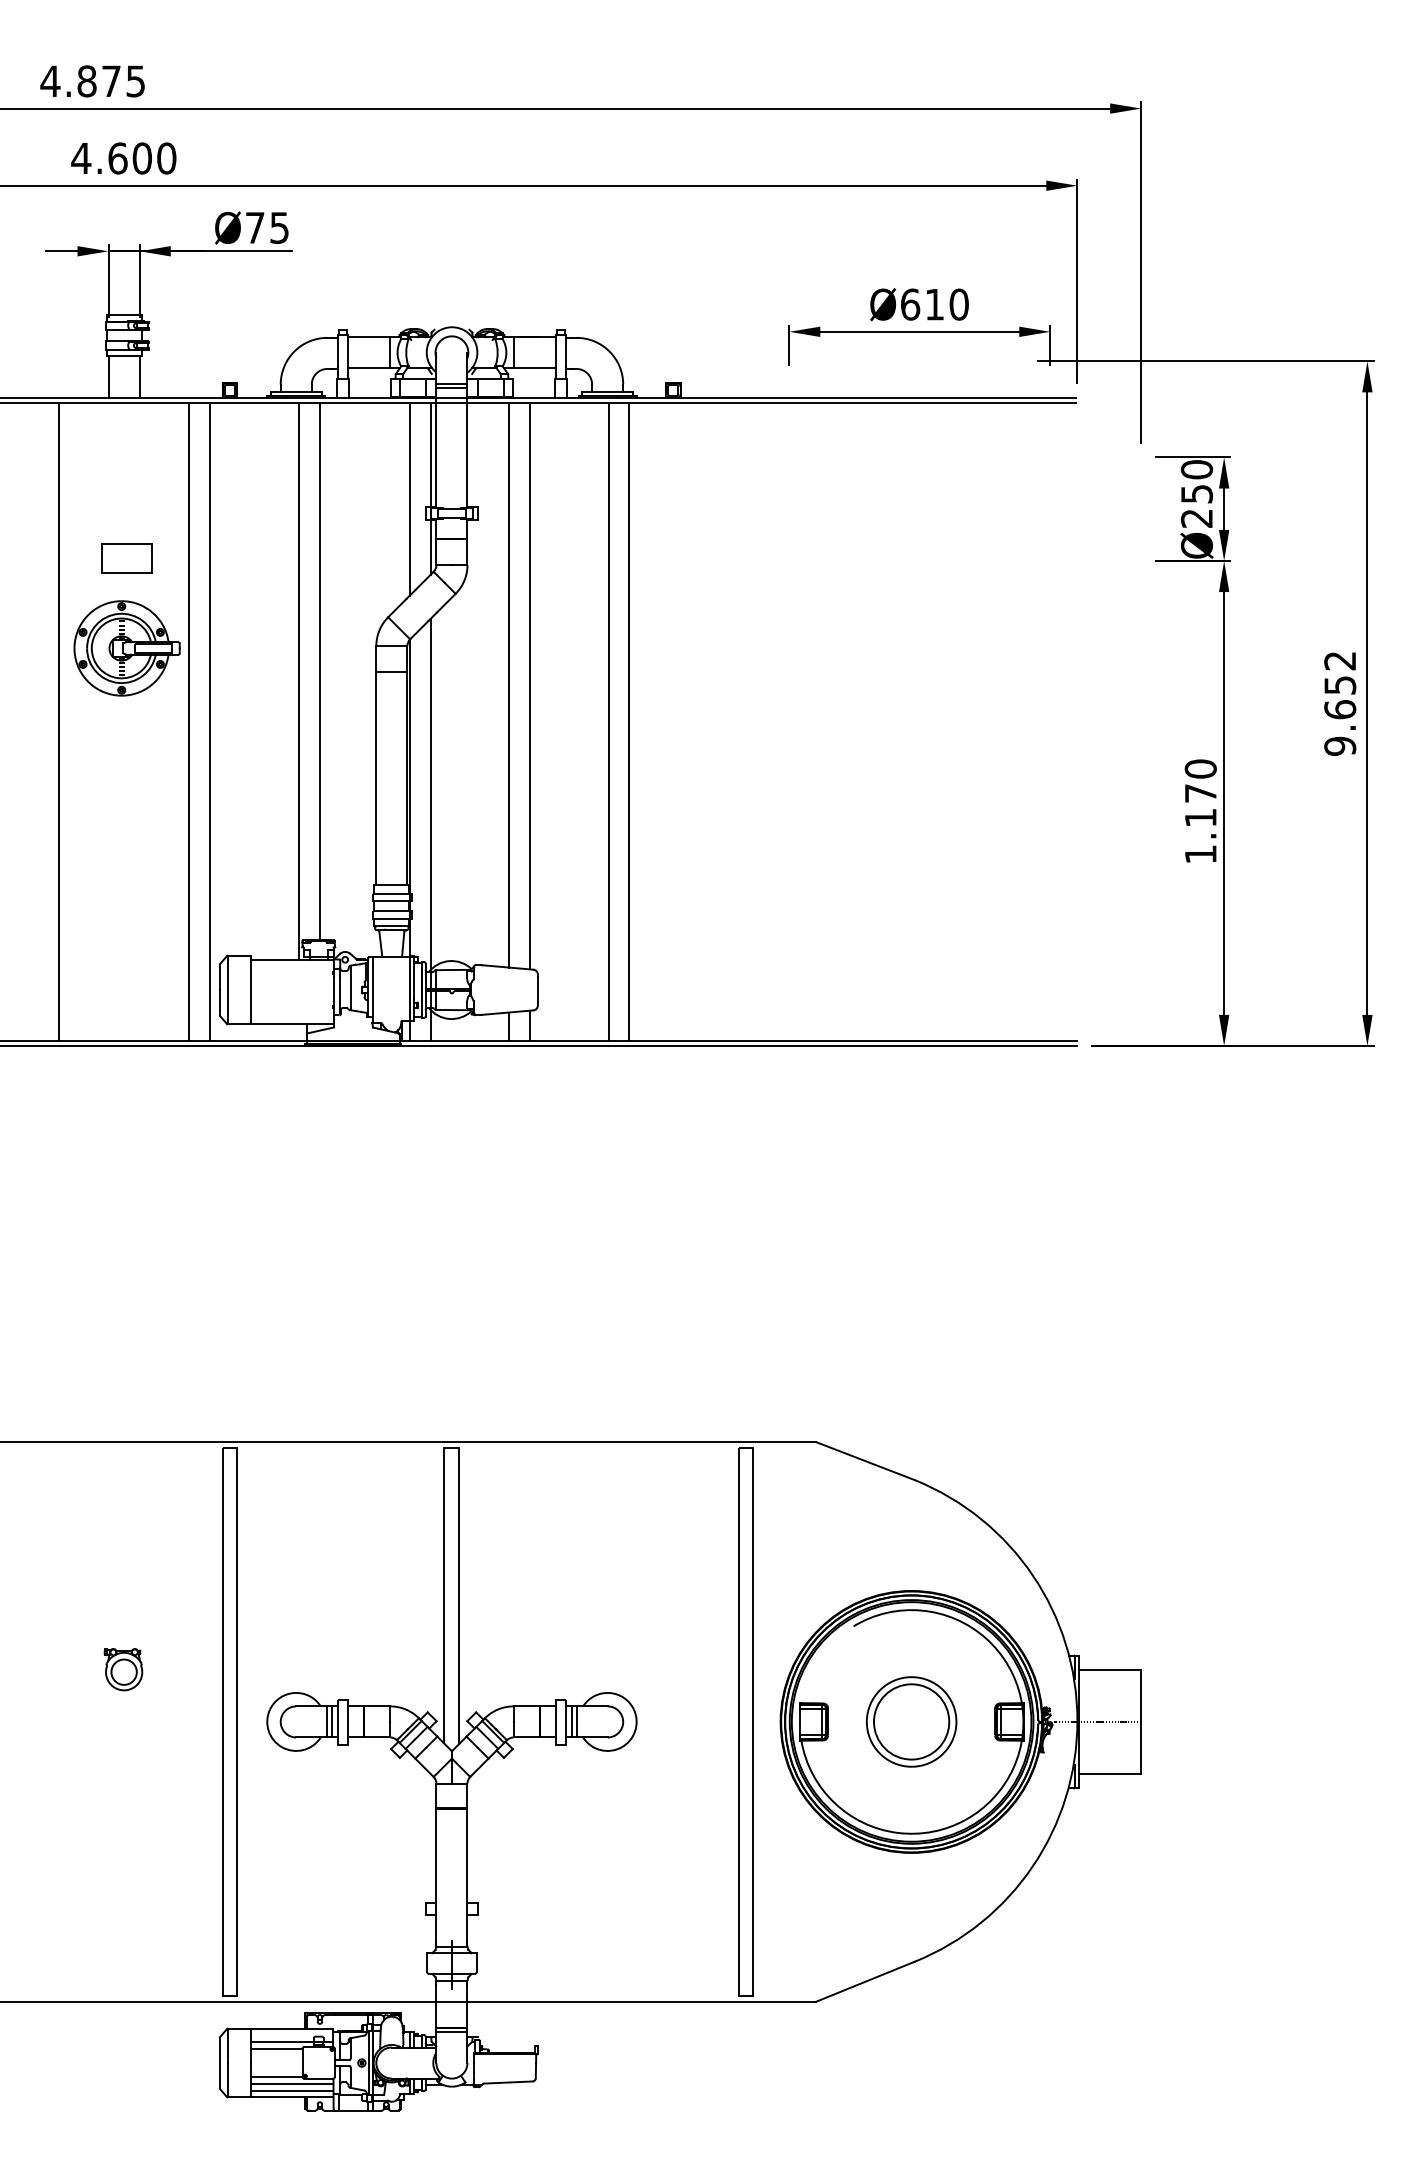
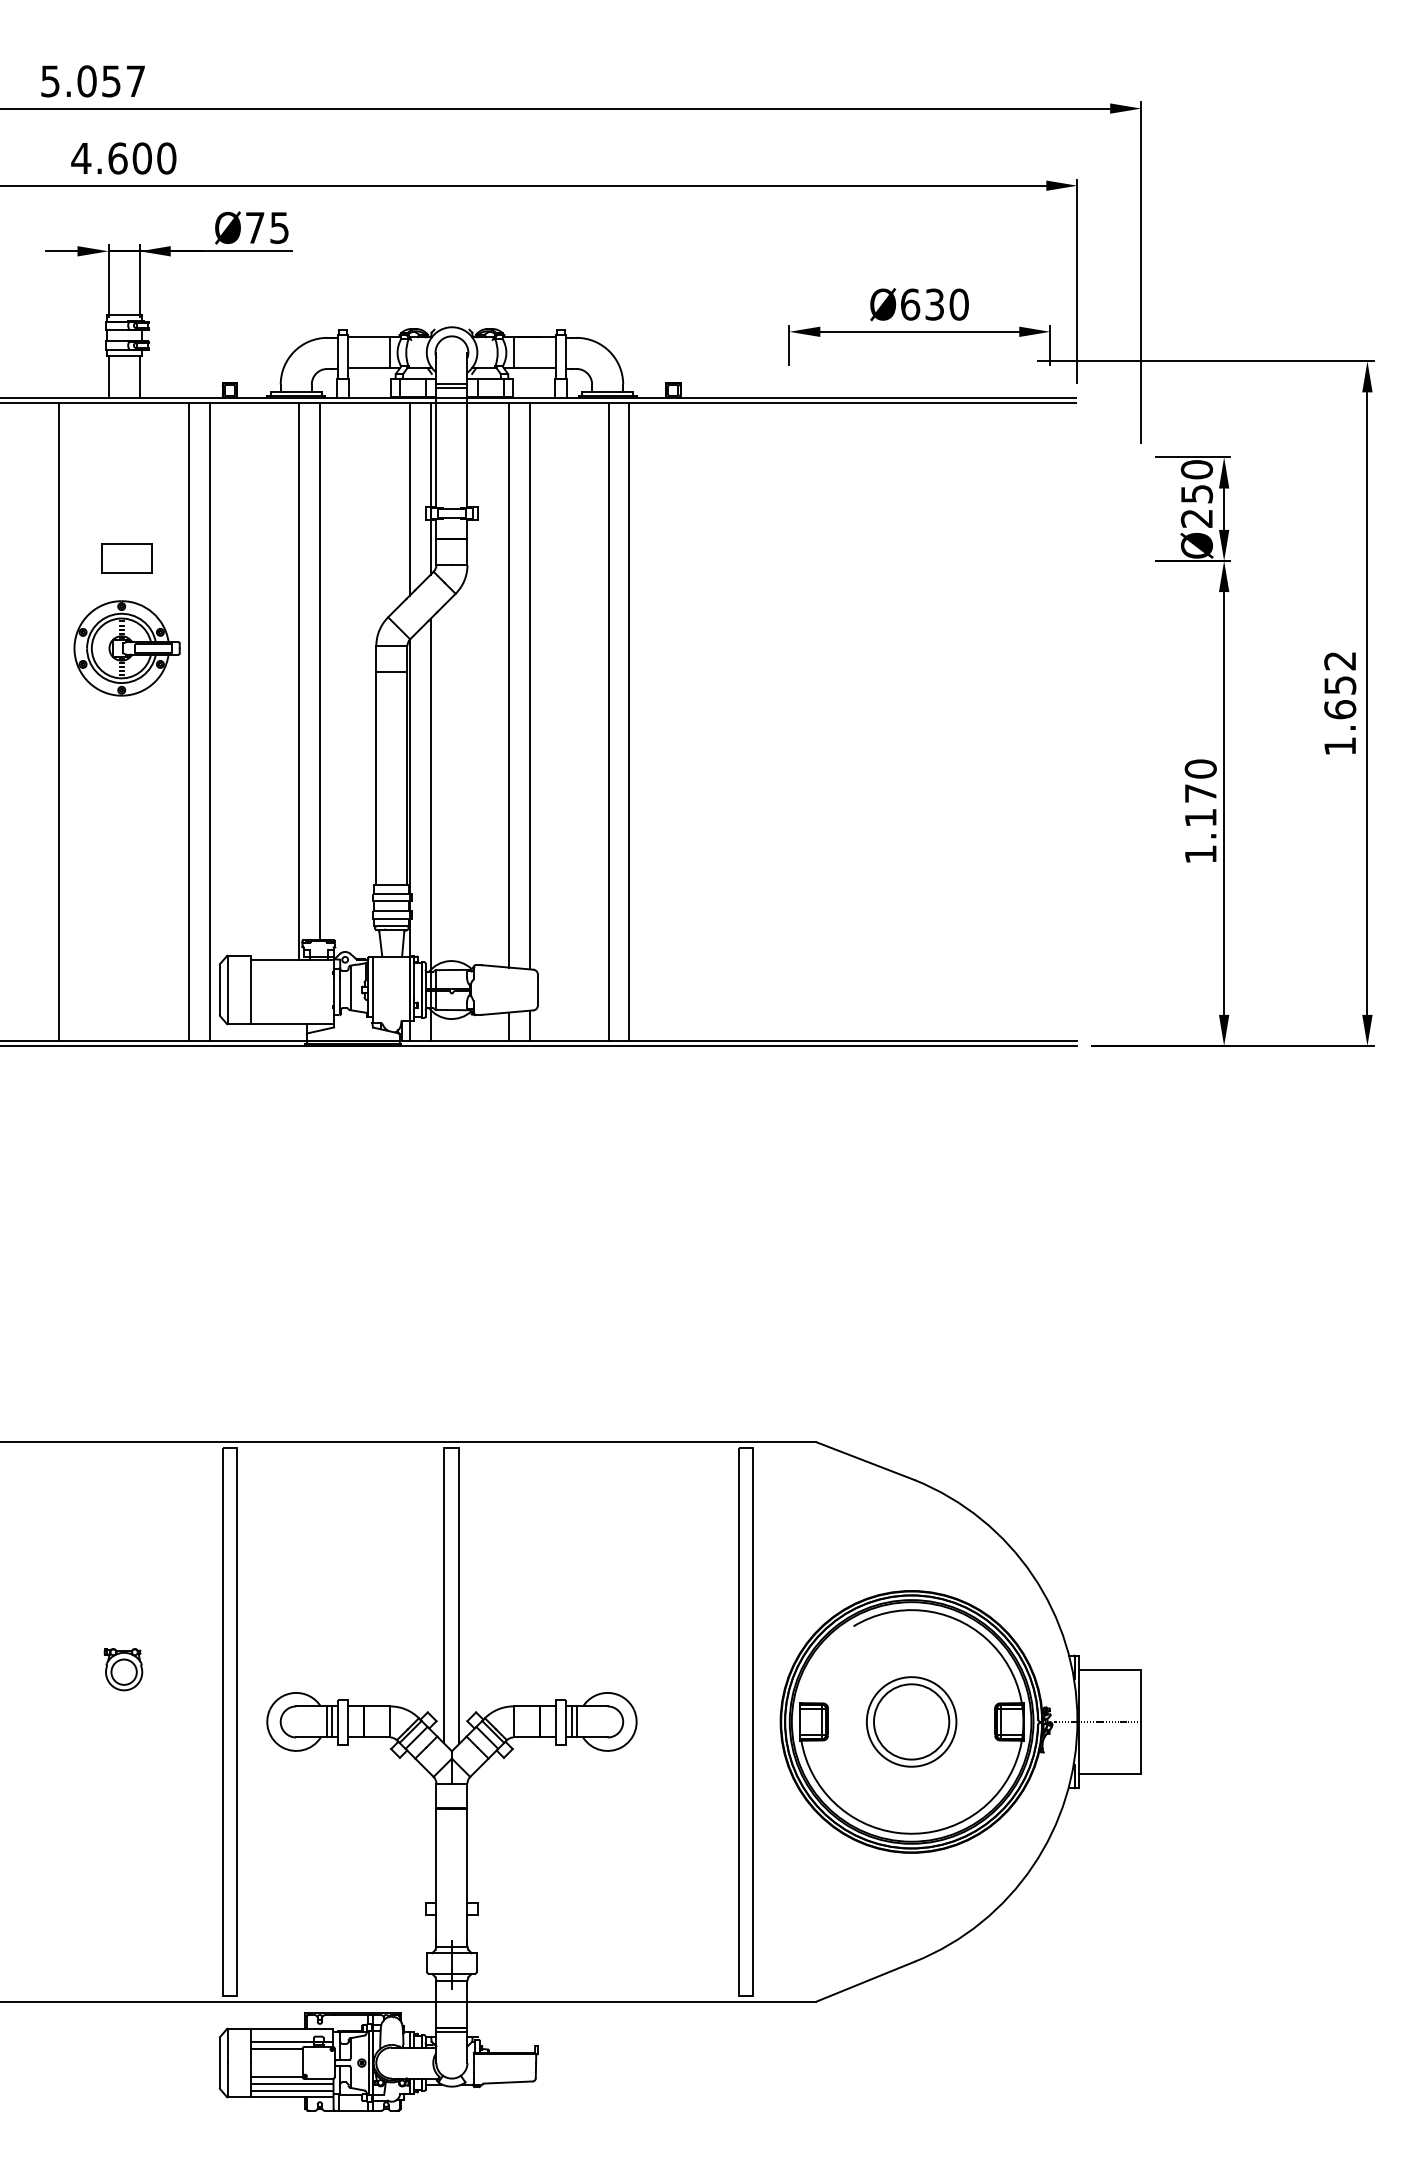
text at (92, 81): 4.875 -> 5.057
text at (934, 304): Ø610 -> Ø630
text at (1340, 746): 9.652 -> 1.652
